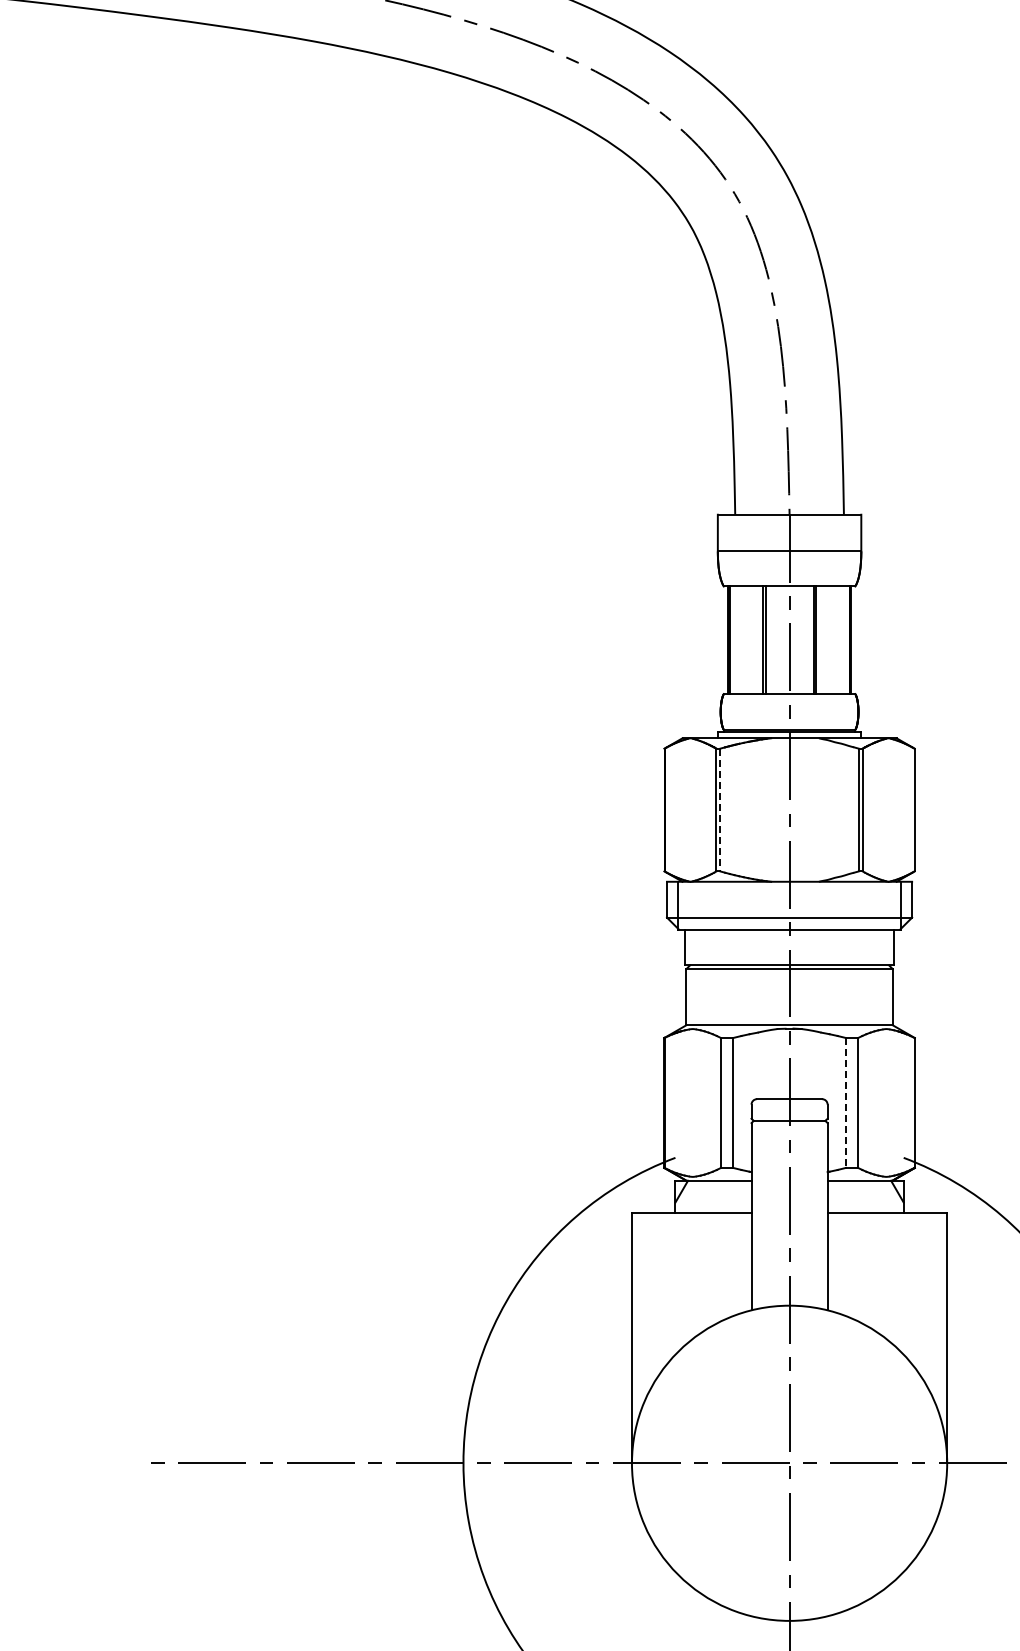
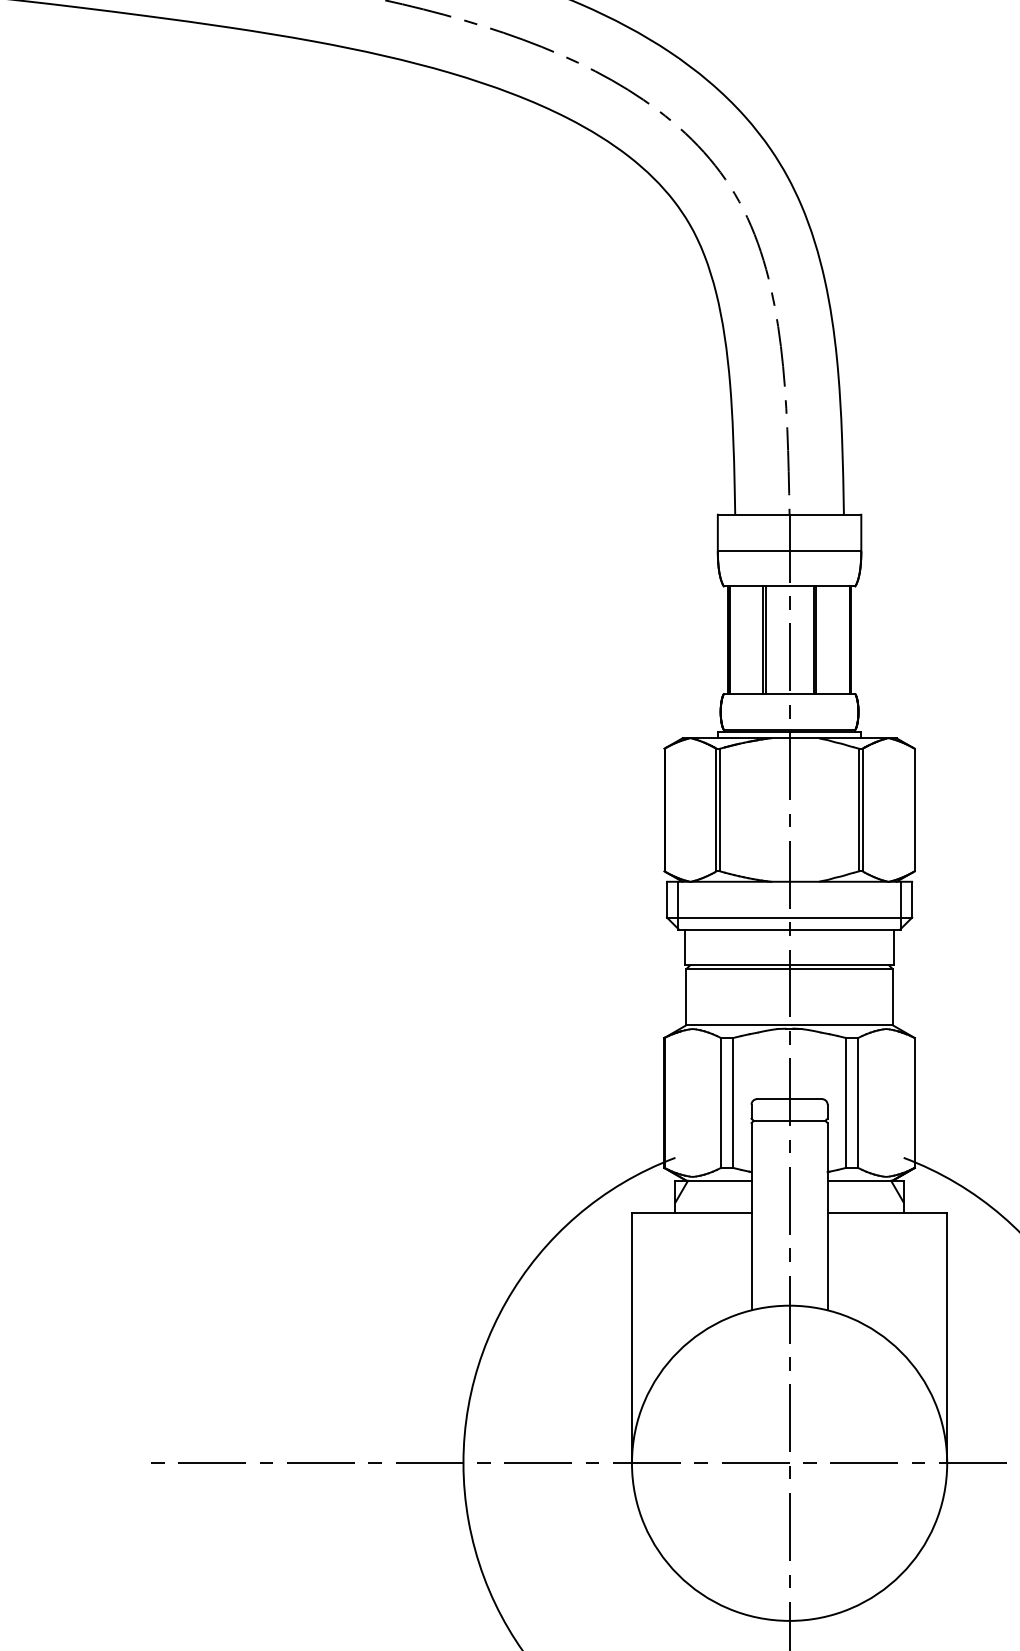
line at (720, 810): dashed -> solid
line at (846, 1102): dashed -> solid
